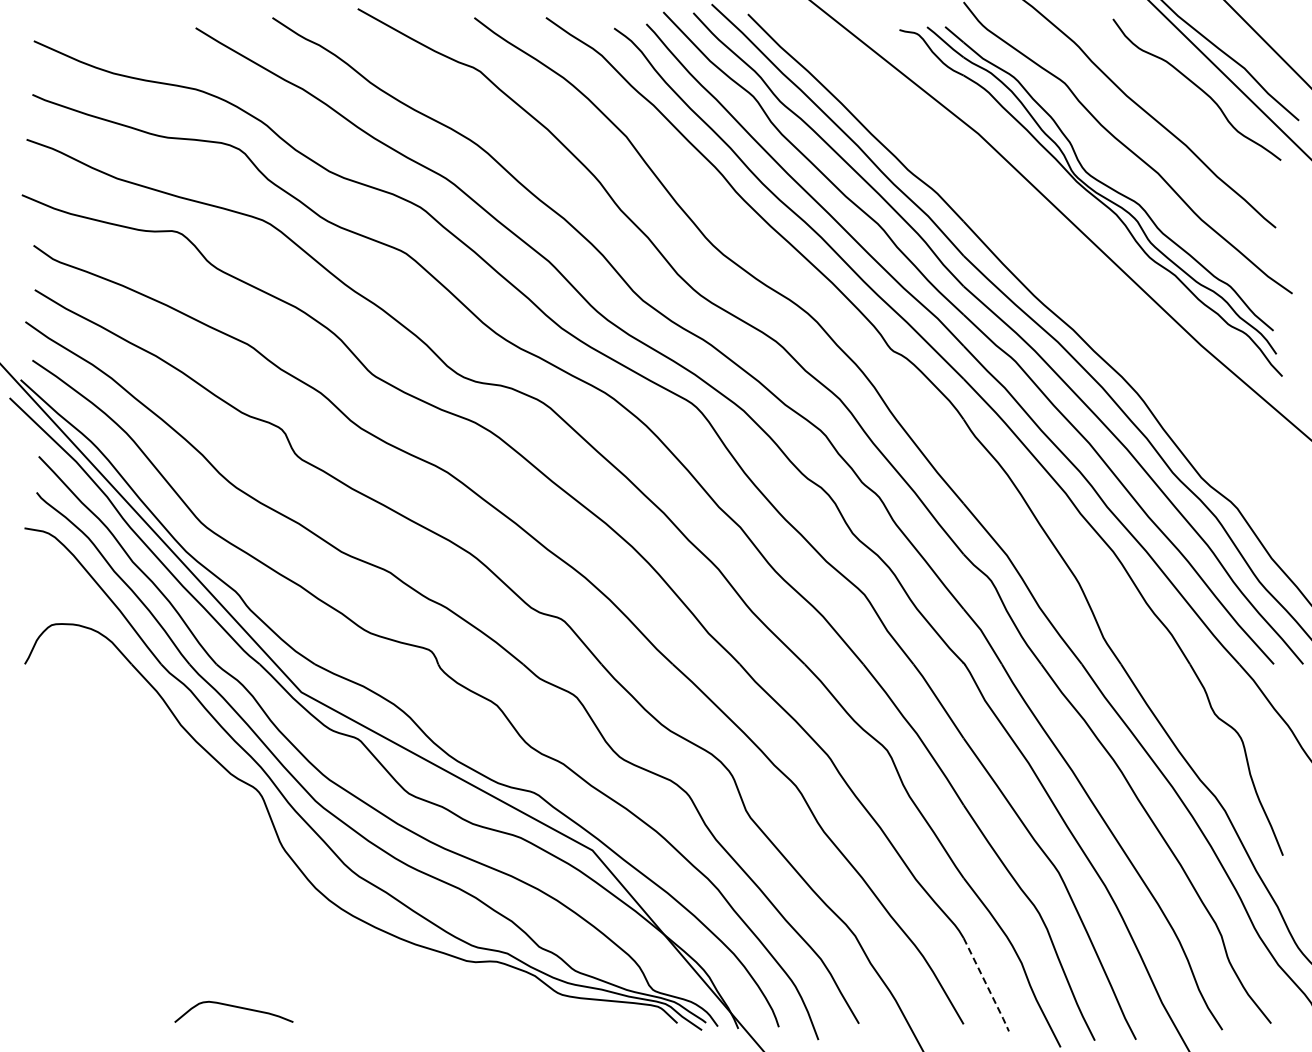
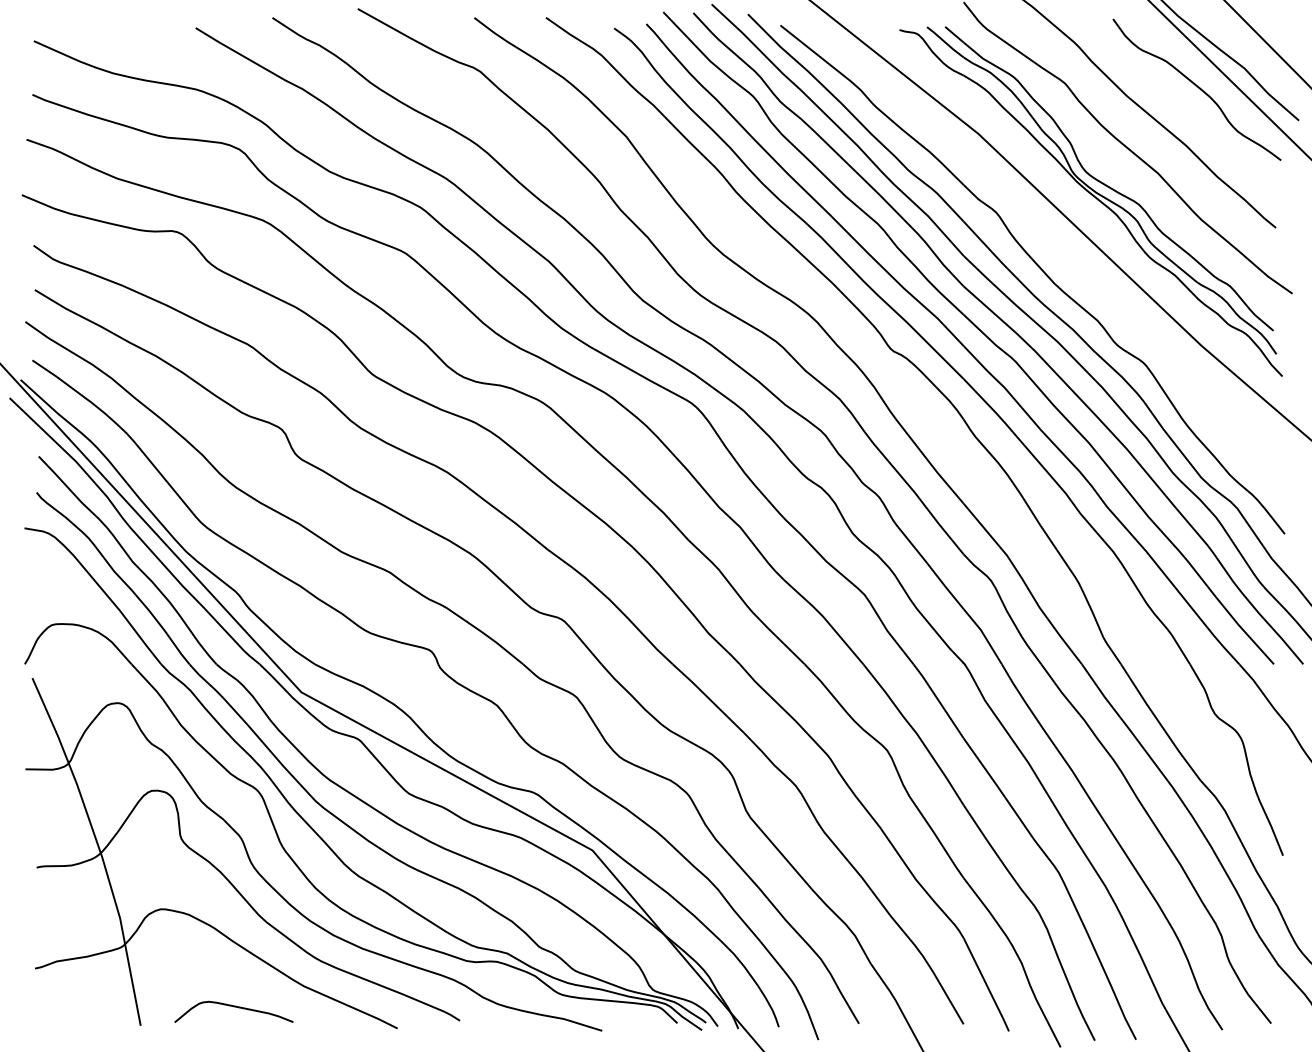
part at (1043, 273): none -> present
part at (276, 890): none -> present
line at (986, 985): dashed -> solid
